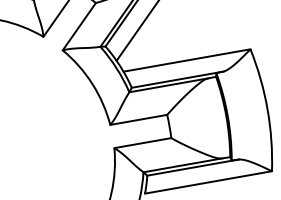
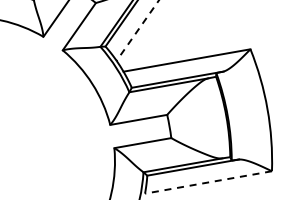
line at (137, 30): solid -> dashed
line at (208, 182): solid -> dashed
